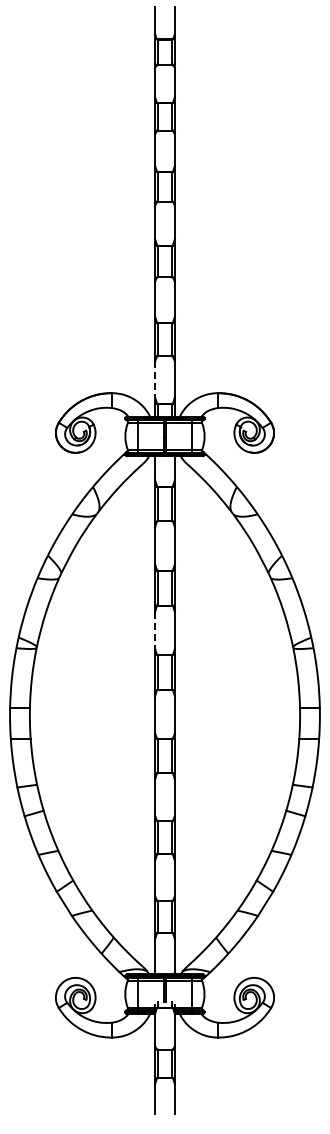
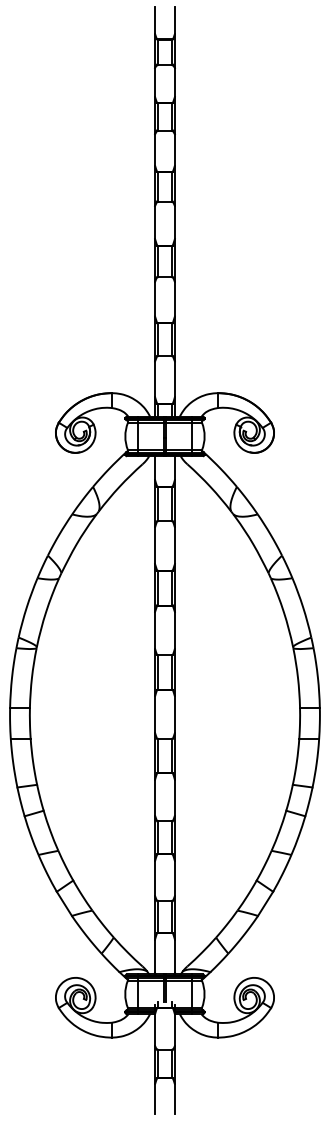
line at (155, 379): dashed -> solid
line at (155, 630): dashed -> solid
